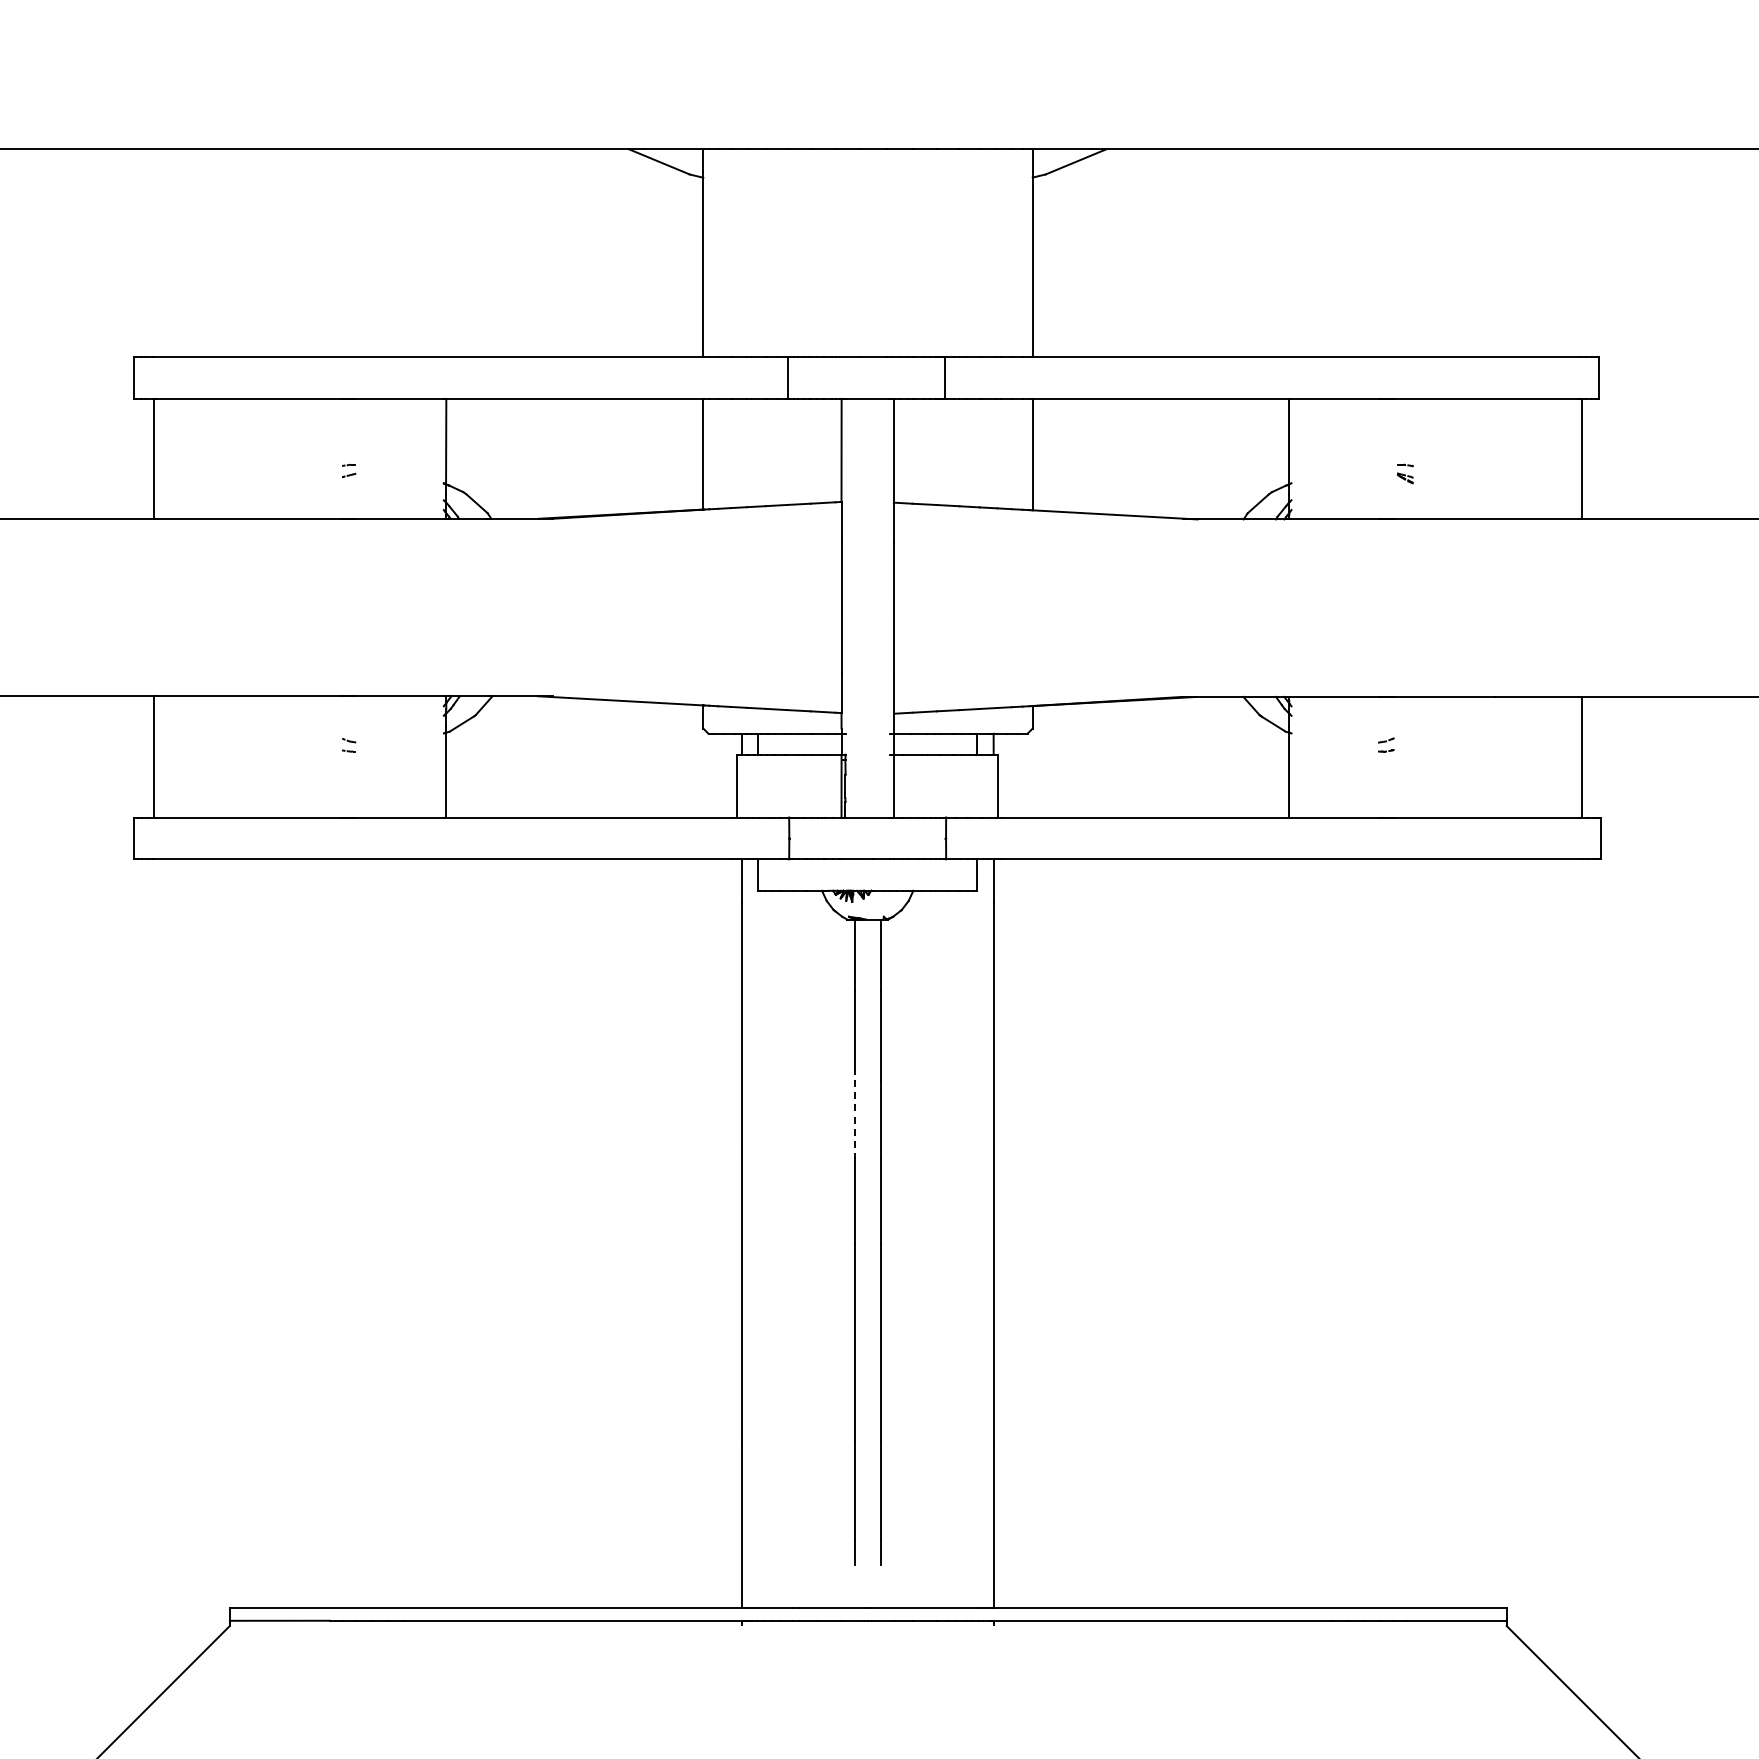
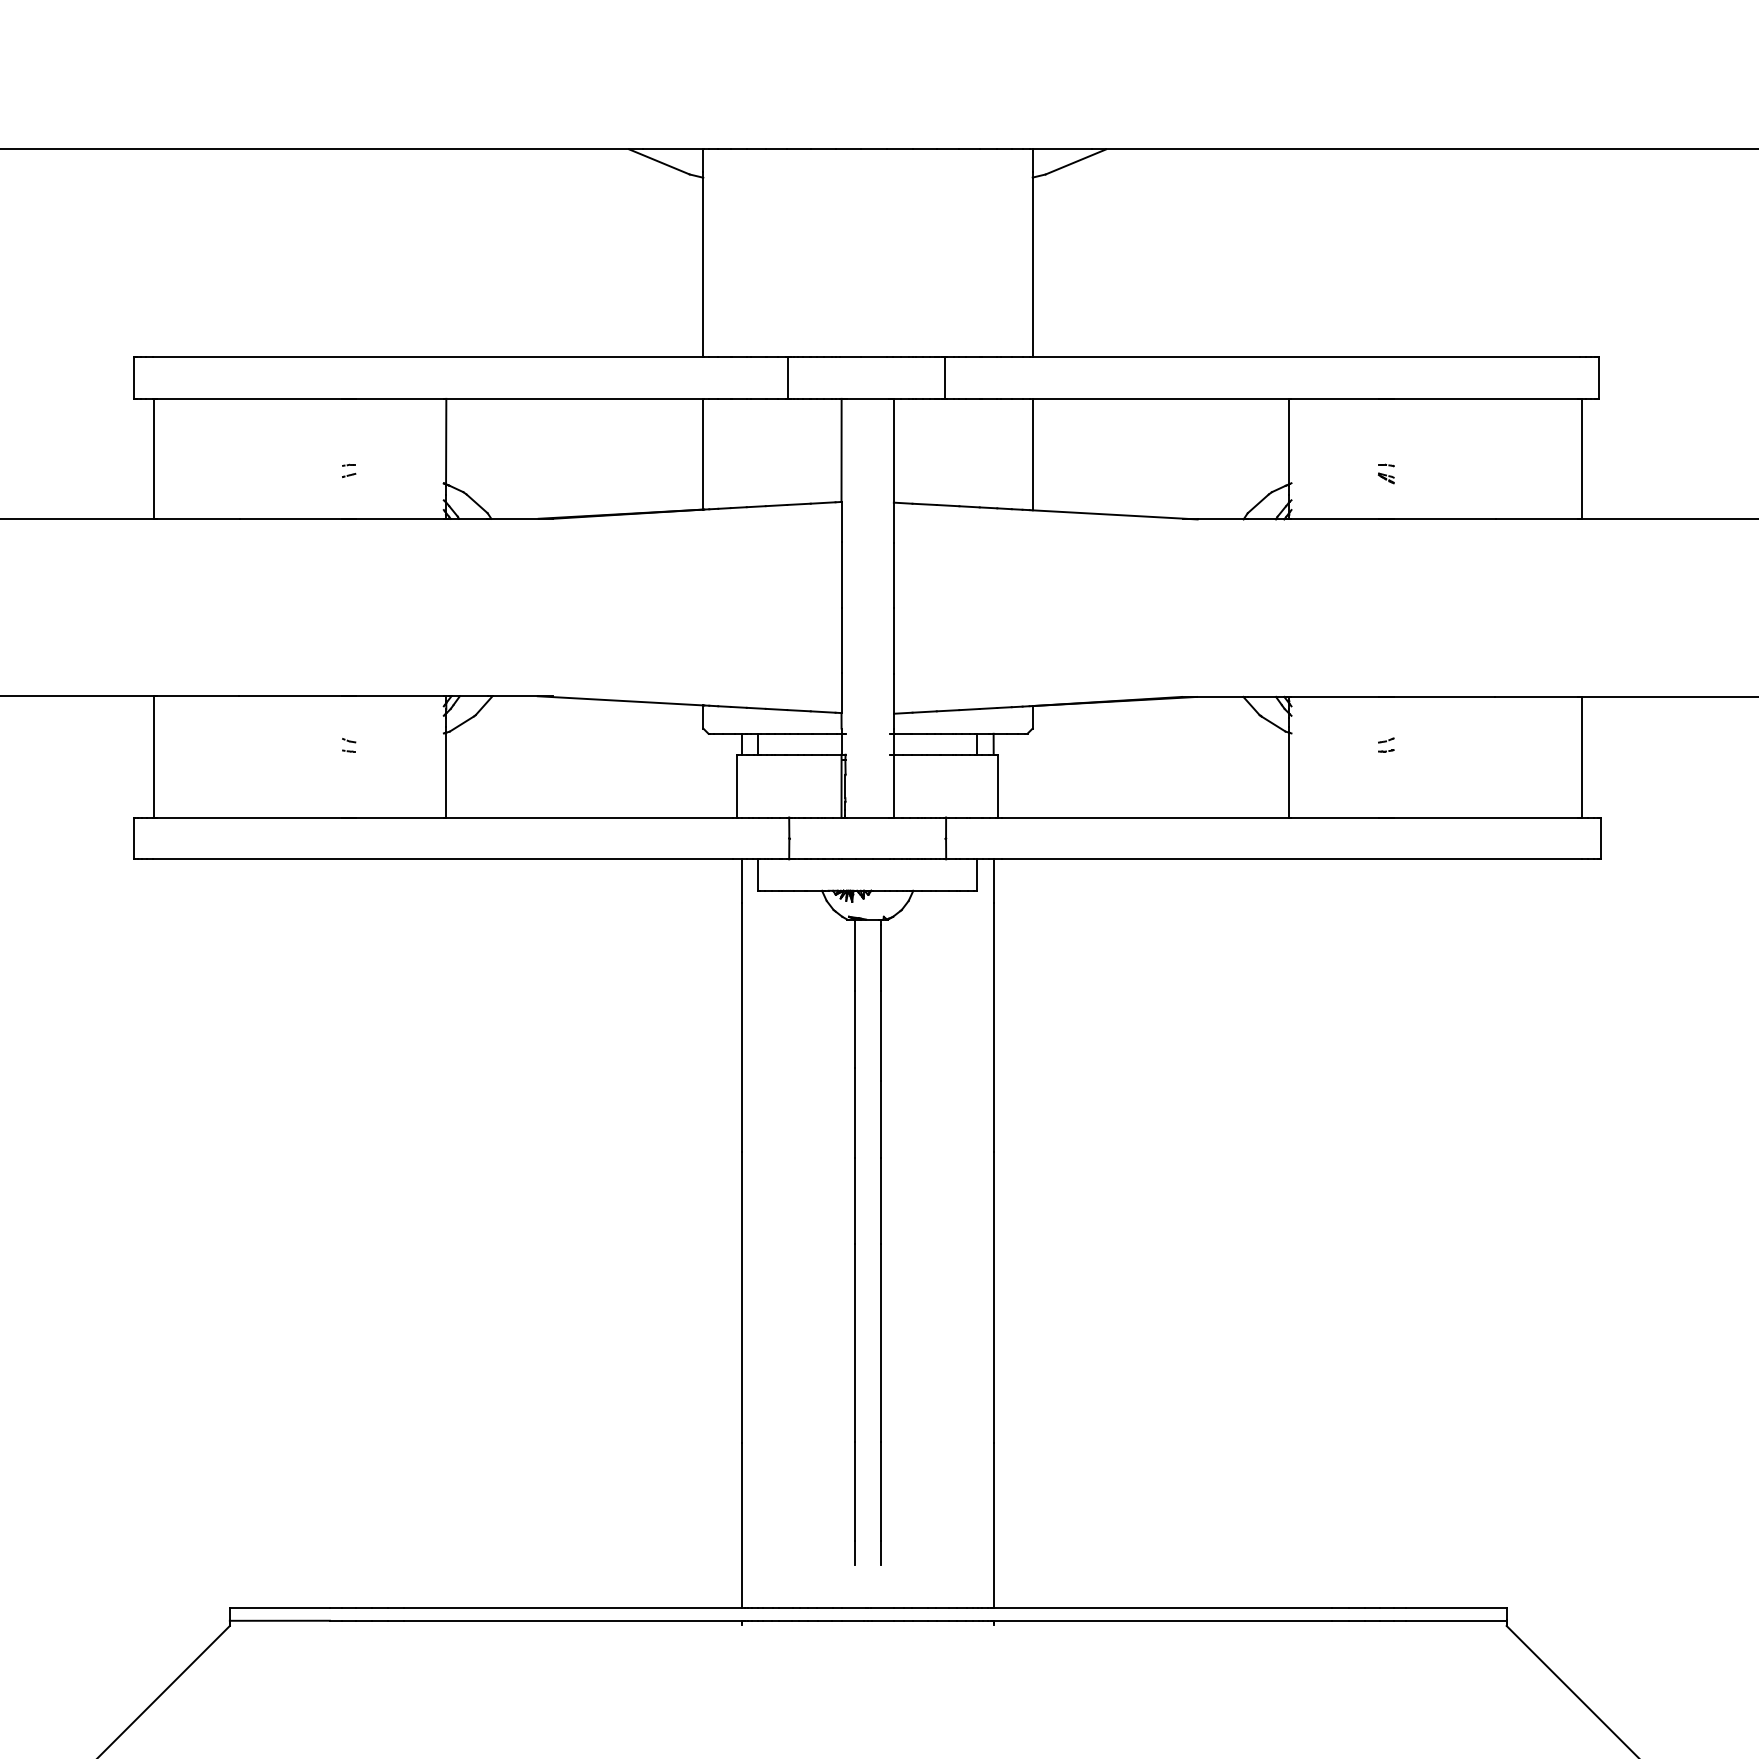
part at (1404, 473) position: (1404, 473) -> (1385, 473)
line at (854, 1113): dashed -> solid
